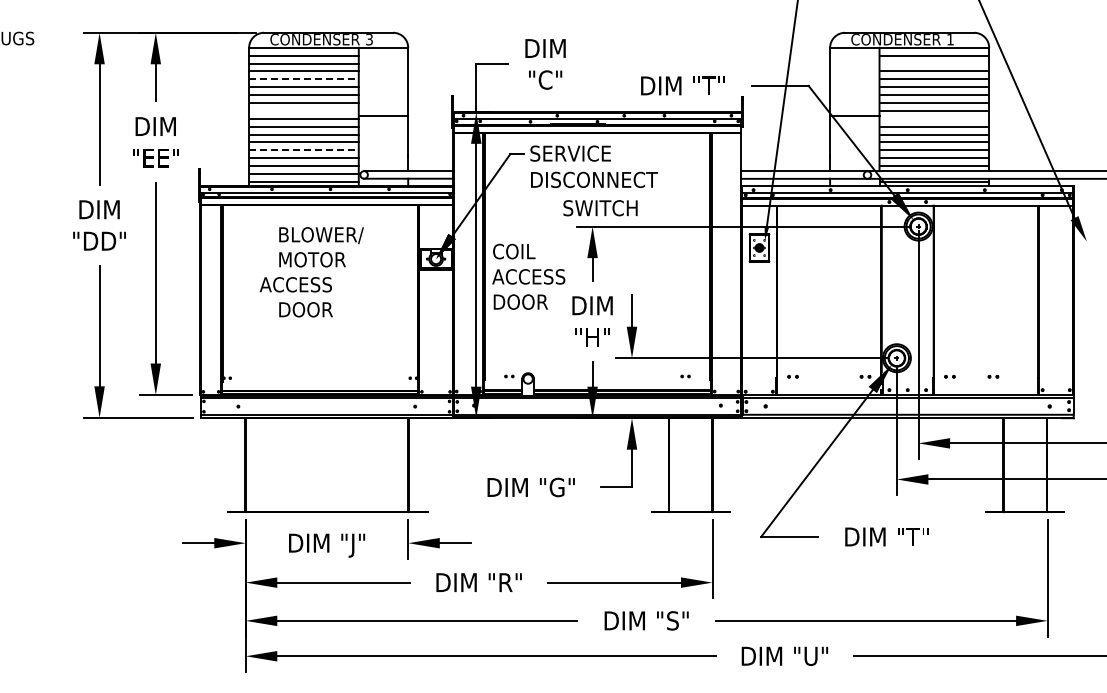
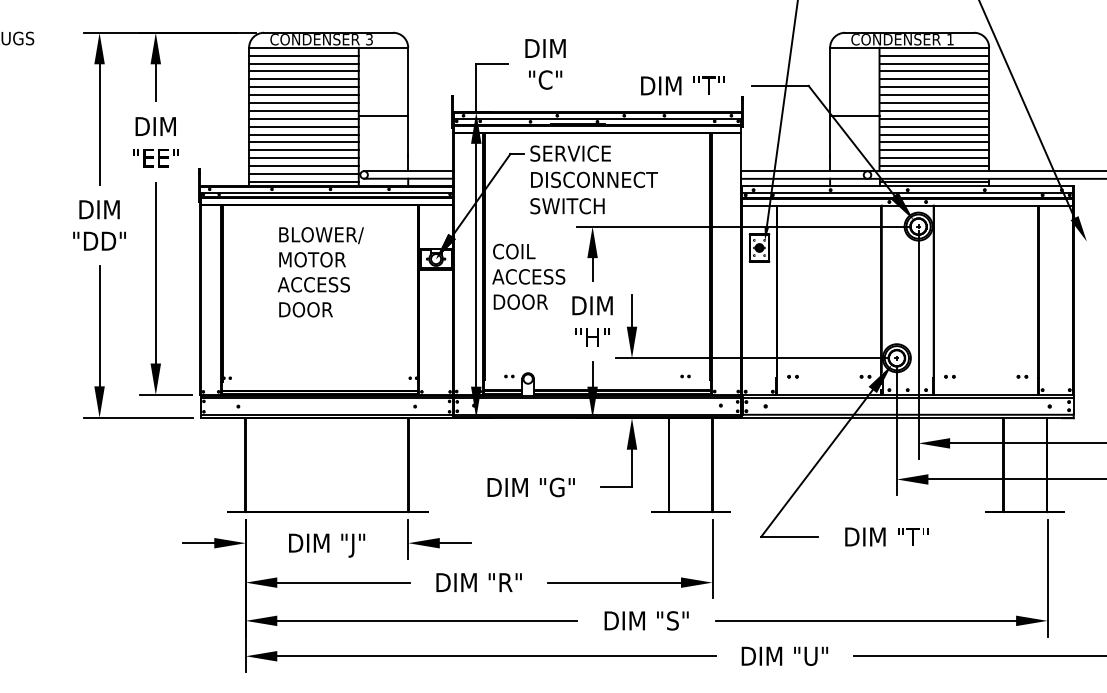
line at (934, 63): none -> present
line at (303, 79): dashed -> solid
line at (303, 110): none -> present
line at (934, 118): none -> present
line at (303, 150): dashed -> solid
text at (600, 208) position: (600, 208) -> (567, 206)
text at (295, 284) position: (295, 284) -> (313, 284)
part at (993, 376) position: (993, 376) -> (1022, 376)
